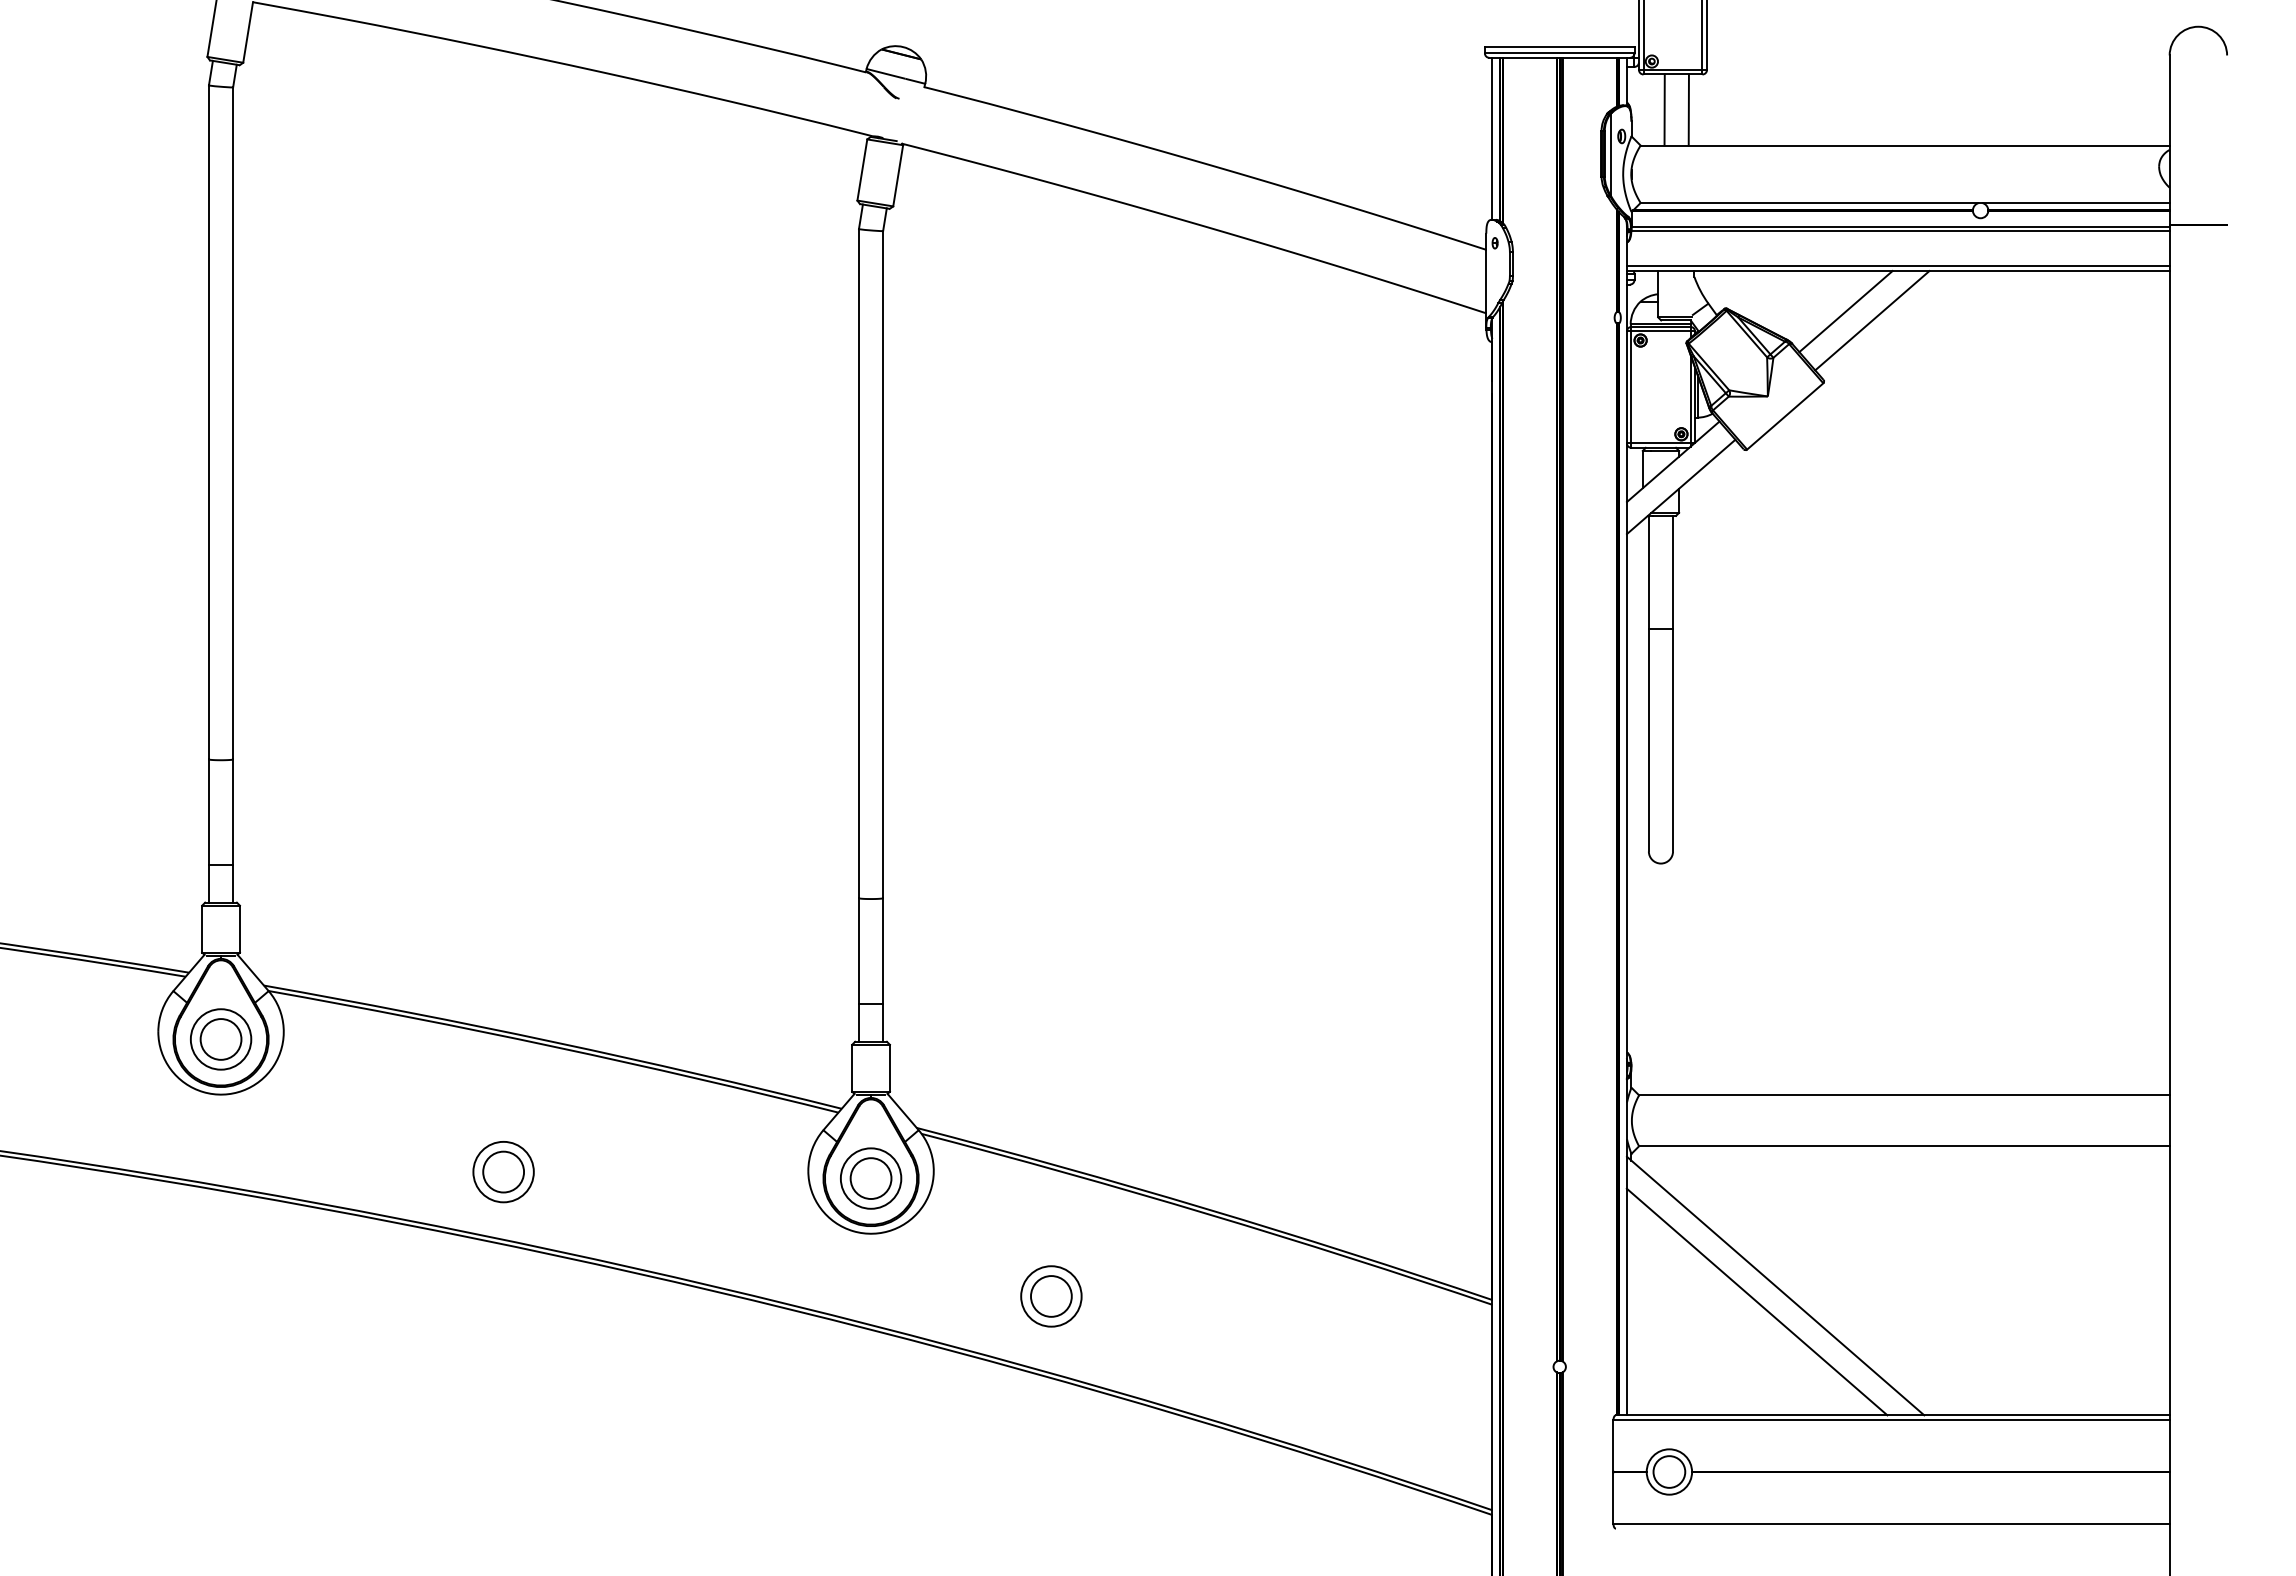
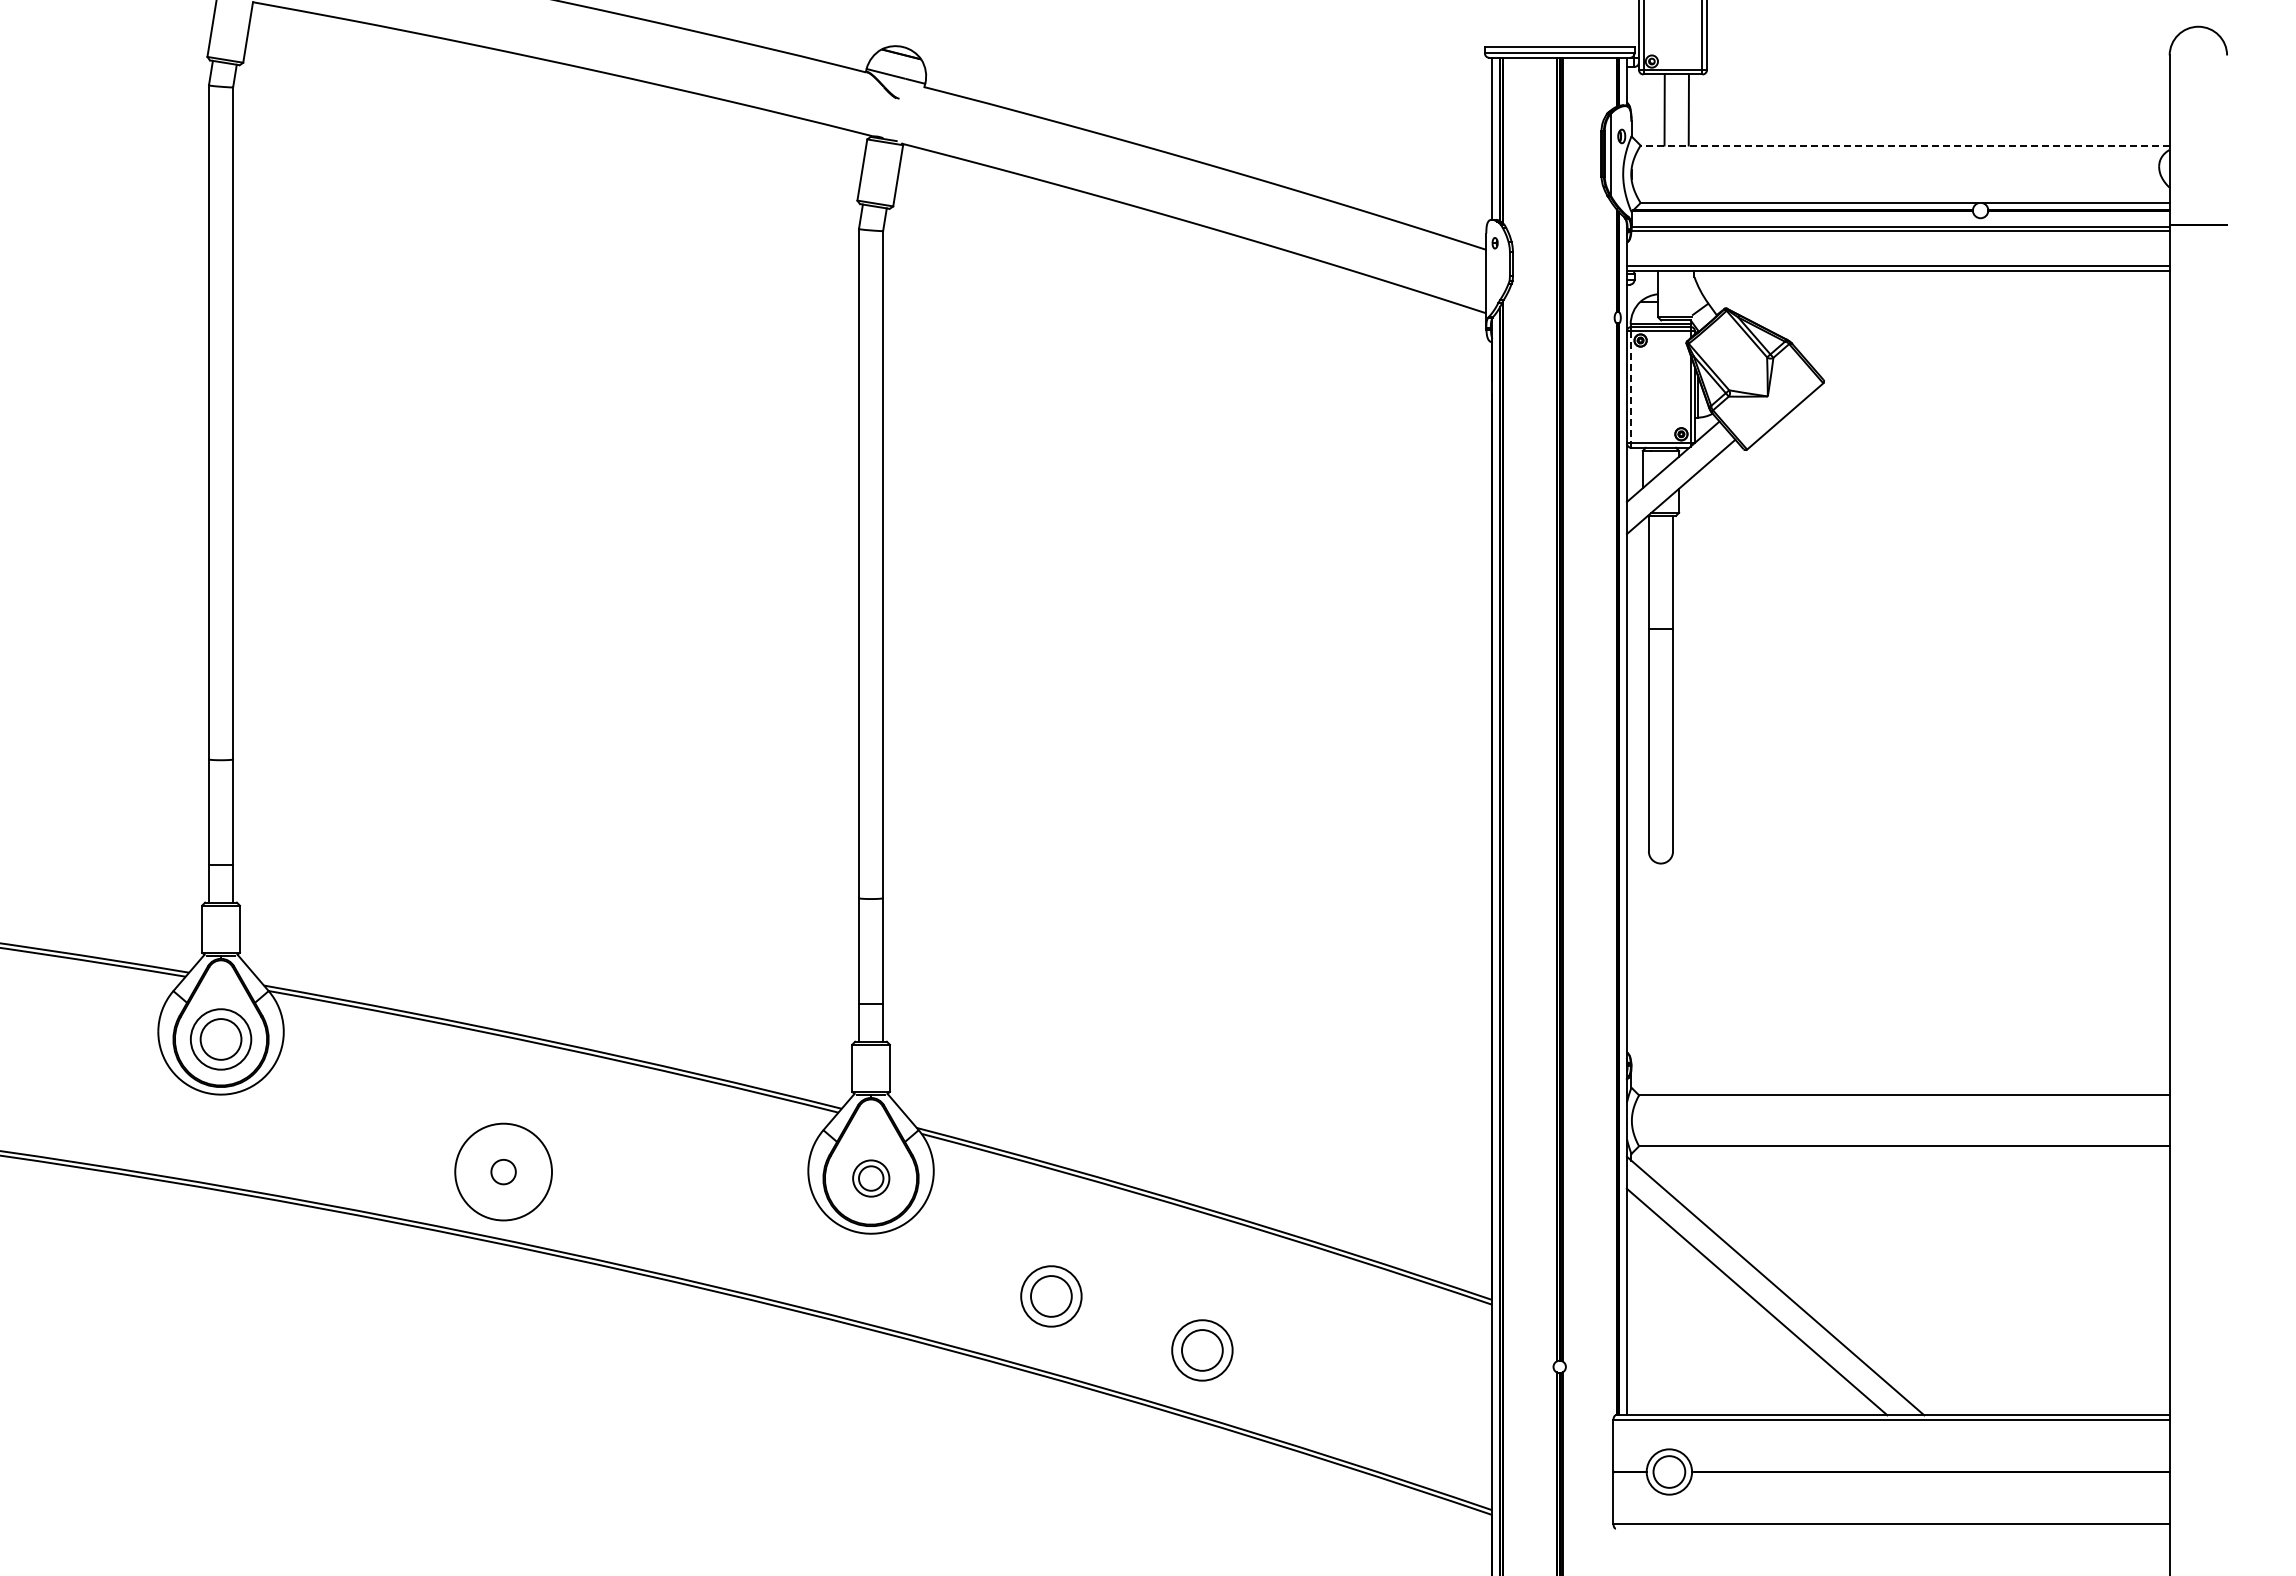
line at (1905, 145): solid -> dashed
line at (1845, 311): present -> none
line at (1872, 320): present -> none
line at (1631, 387): solid -> dashed
circle at (503, 1171) diameter: 41 px -> 24 px
circle at (503, 1171) diameter: 60 px -> 97 px
part at (871, 1178) size: 63x63 px -> 39x39 px
part at (1202, 1350): none -> present
